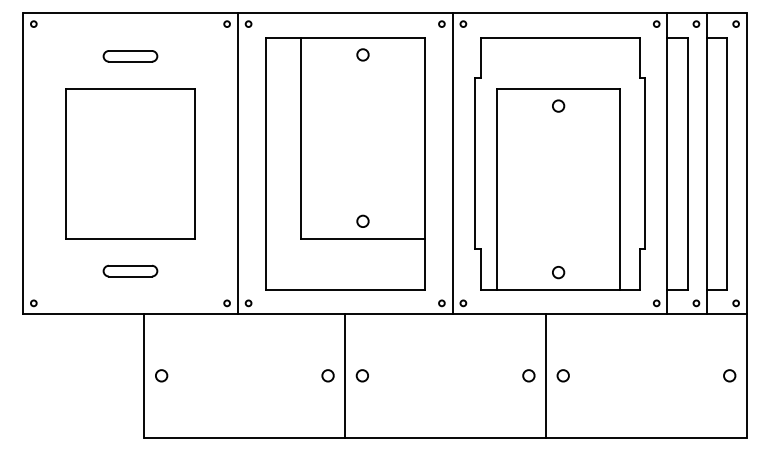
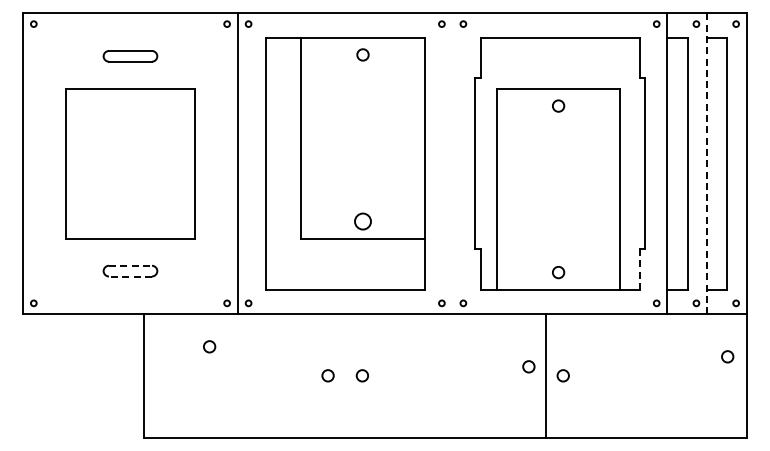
line at (452, 163): present -> none
line at (707, 163): solid -> dashed
circle at (362, 220) size: 14x14 px -> 18x19 px
line at (130, 265): solid -> dashed
line at (639, 269): solid -> dashed
line at (129, 276): solid -> dashed
circle at (161, 375) position: (161, 375) -> (209, 346)
line at (345, 375): present -> none
circle at (528, 375) position: (528, 375) -> (528, 366)
circle at (729, 375) position: (729, 375) -> (727, 356)
